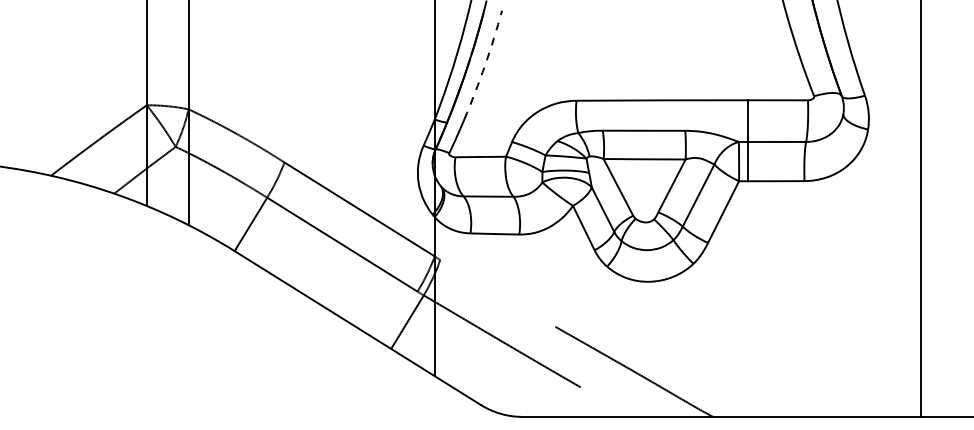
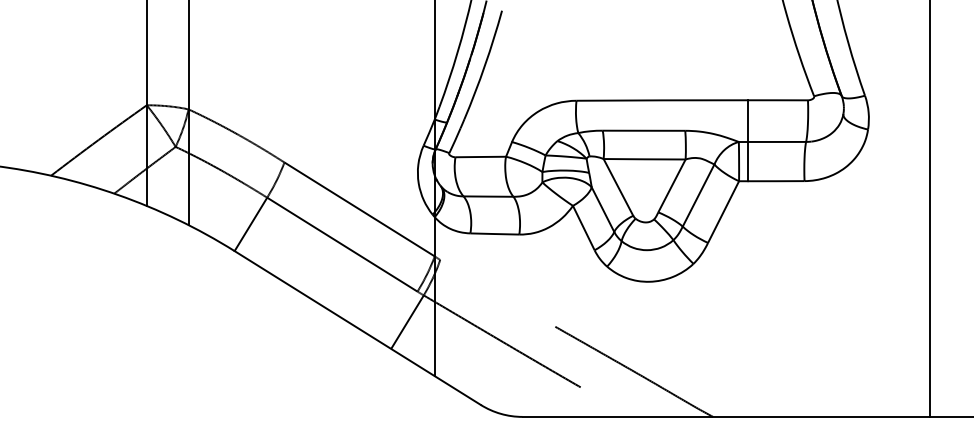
arc at (485, 65): dashed -> solid
line at (921, 209) position: (921, 209) -> (930, 209)
